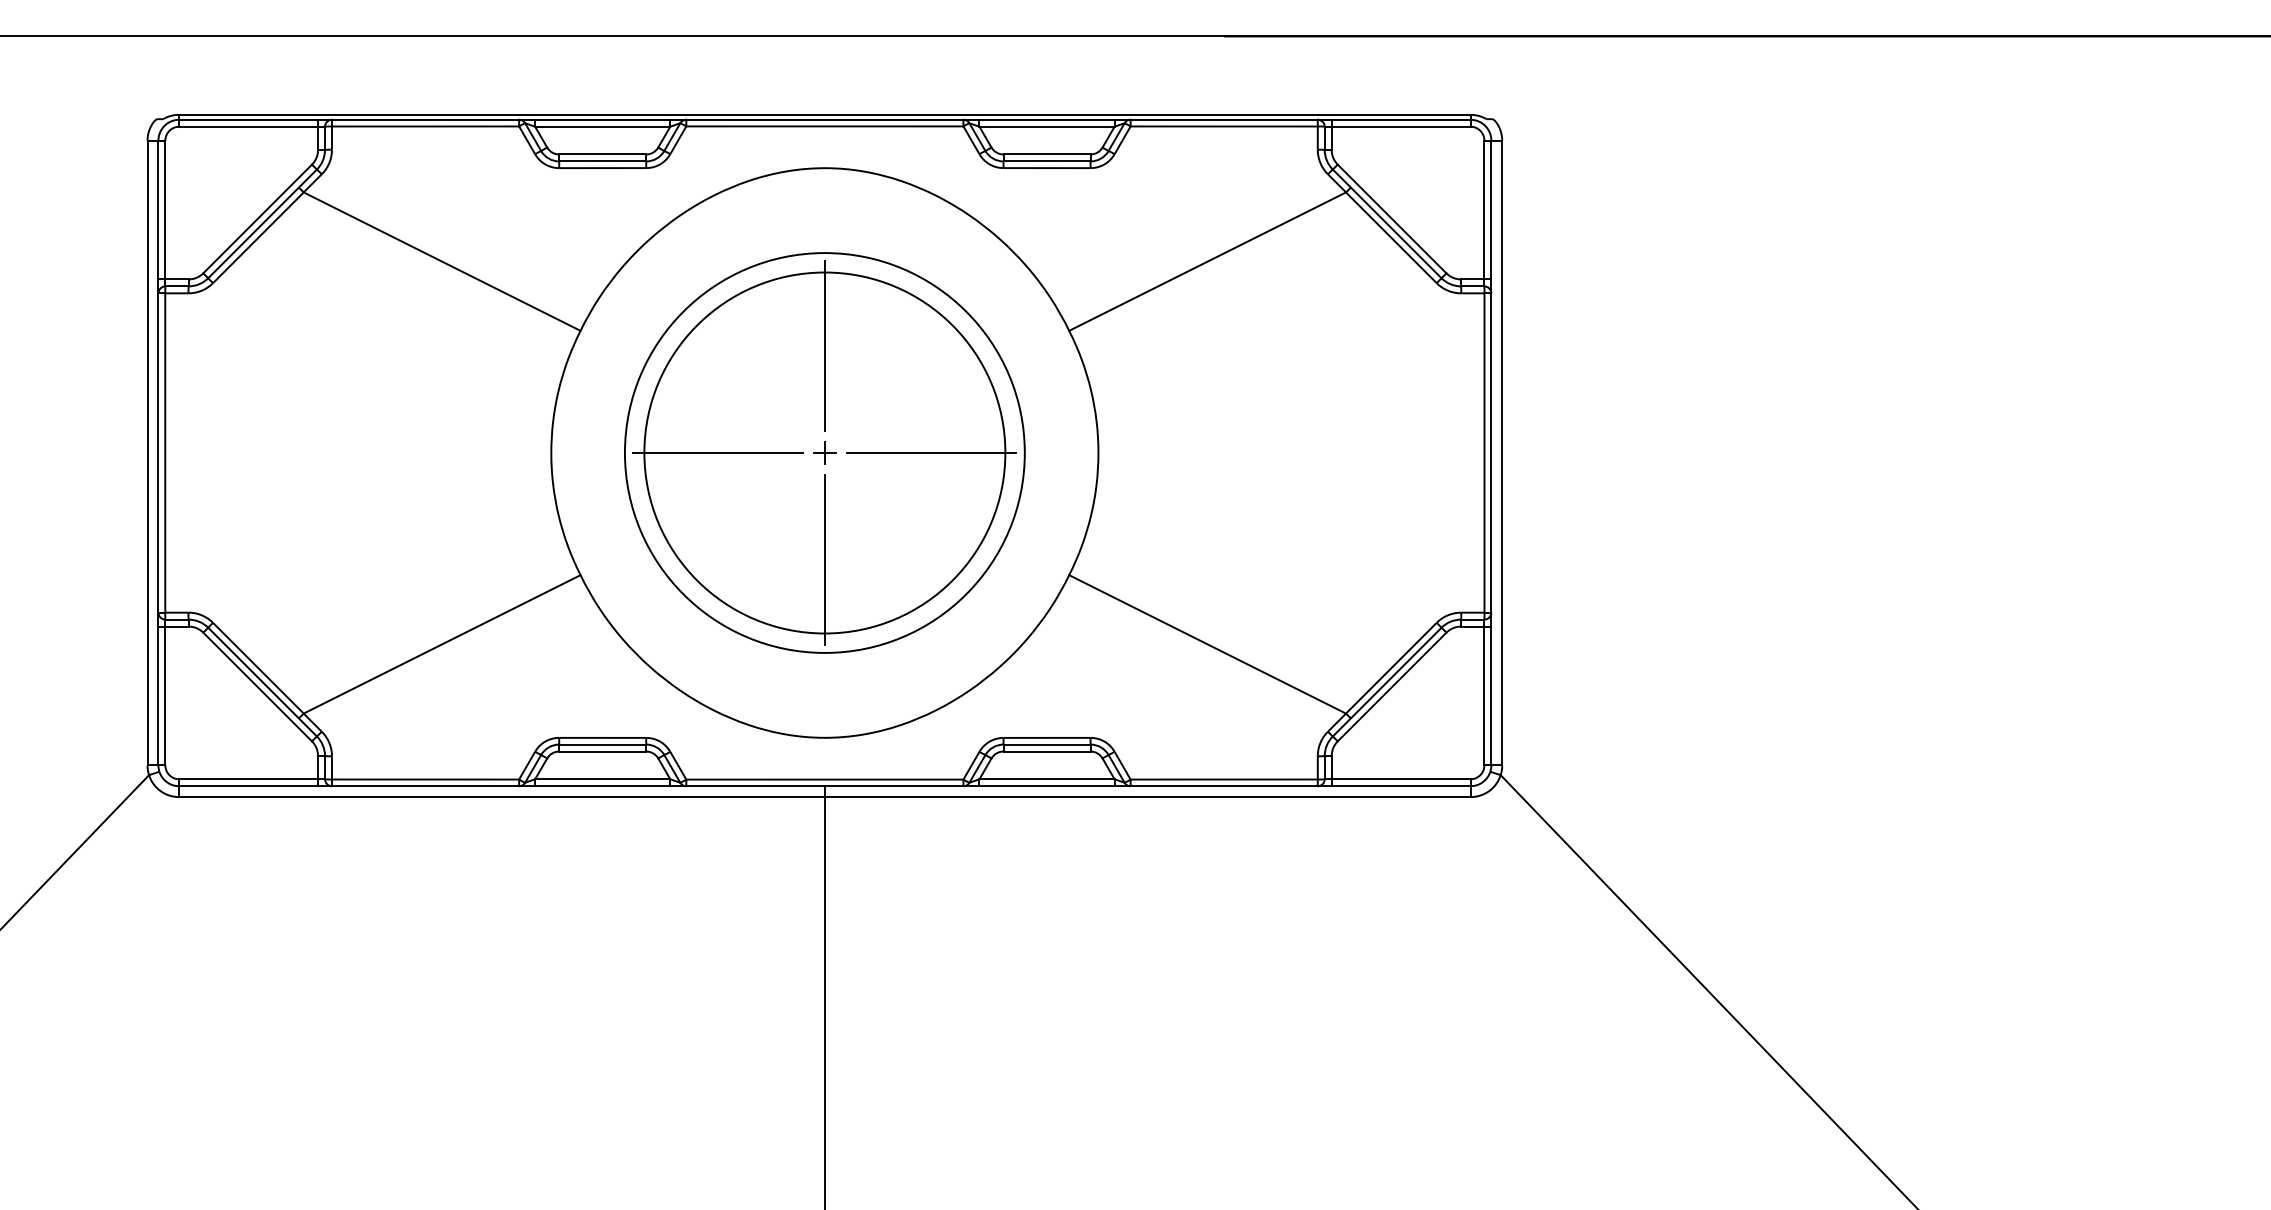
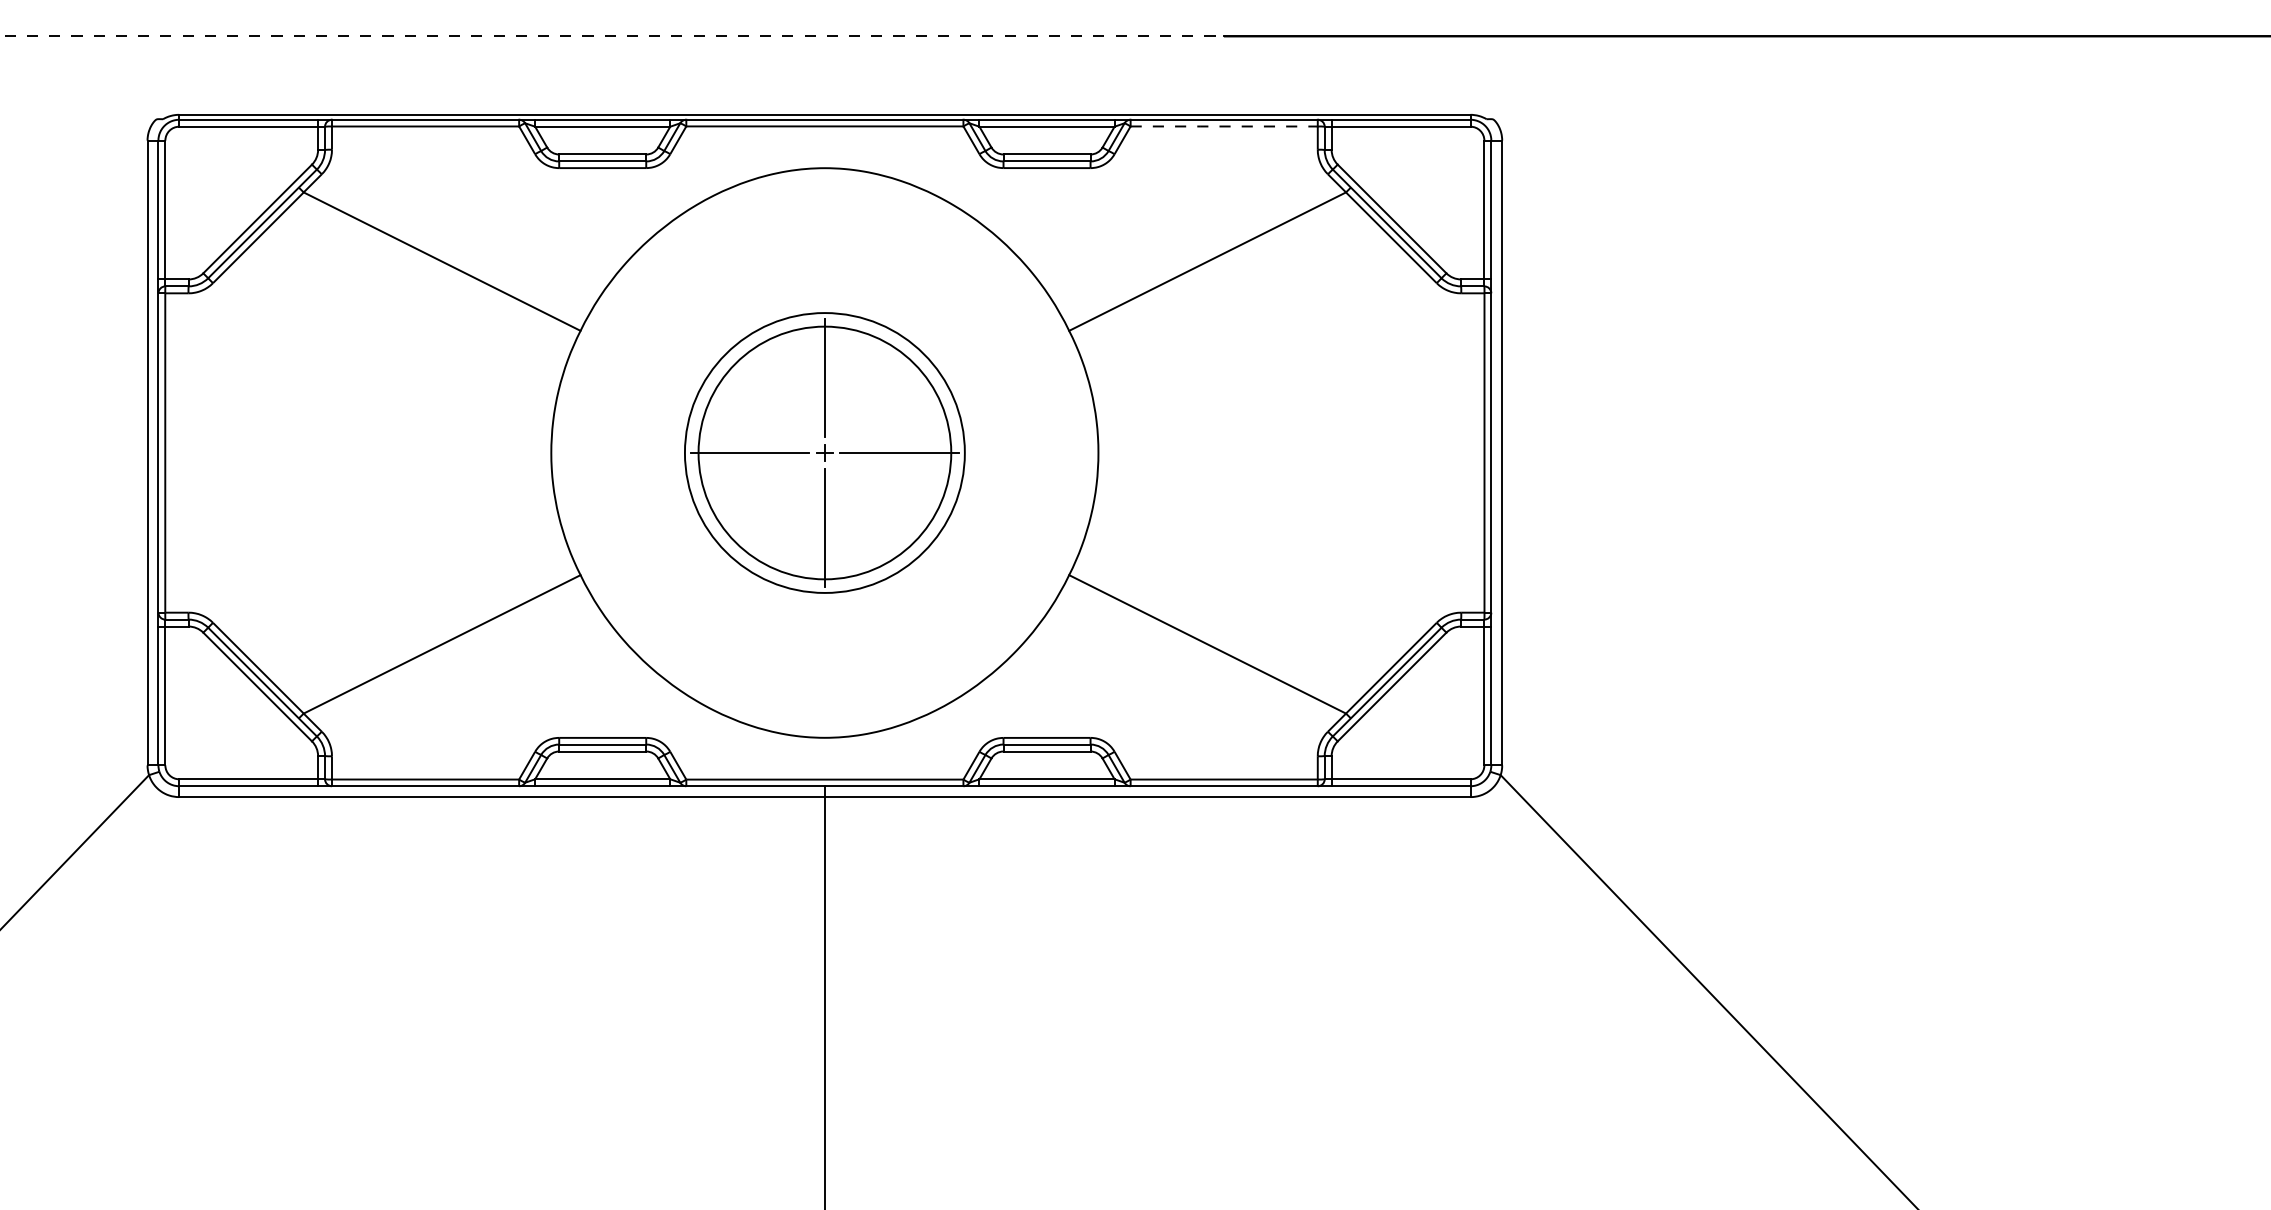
line at (612, 36): solid -> dashed
line at (1223, 126): solid -> dashed
part at (824, 452) size: 402x402 px -> 282x282 px
